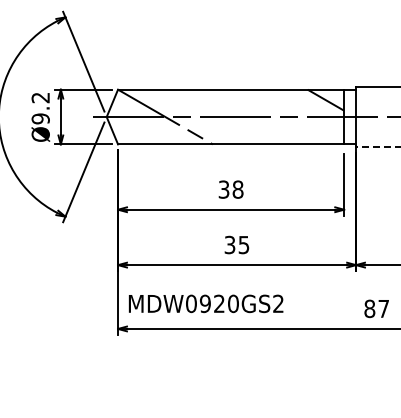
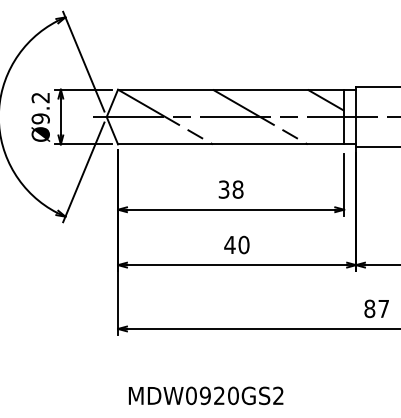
line at (259, 116): none -> present
line at (377, 146): dashed -> solid
text at (236, 244): 35 -> 40
text at (206, 303) position: (206, 303) -> (206, 395)
